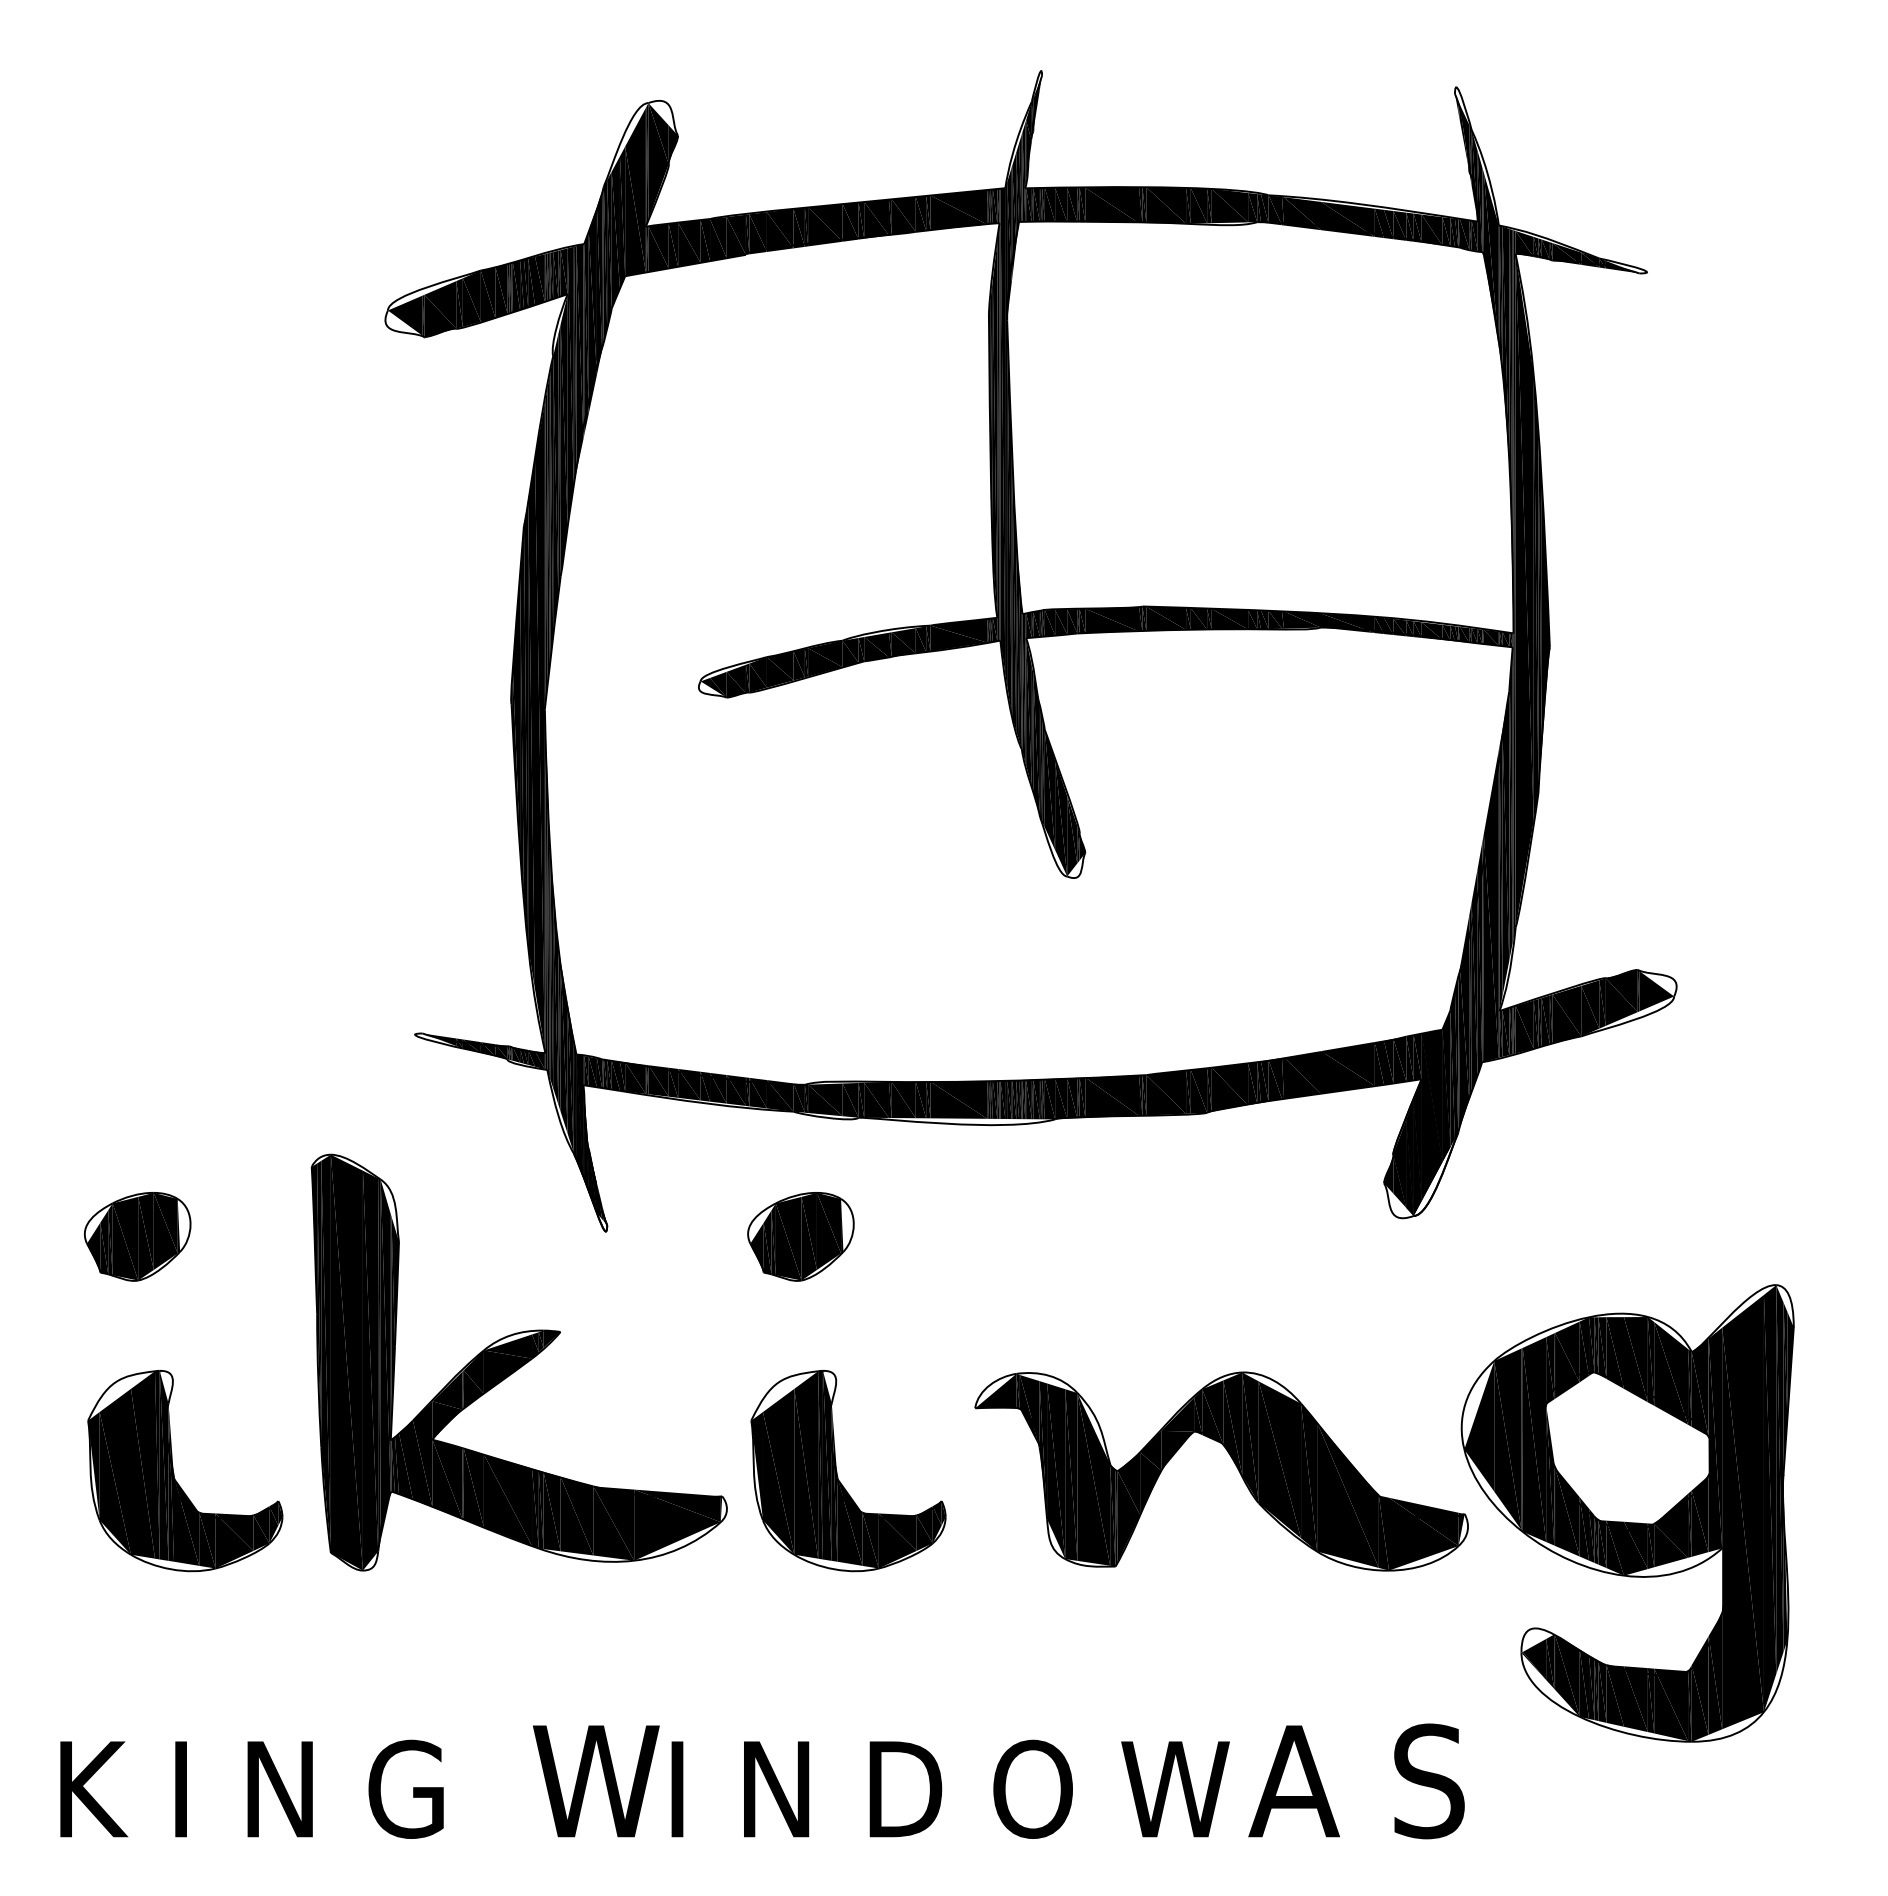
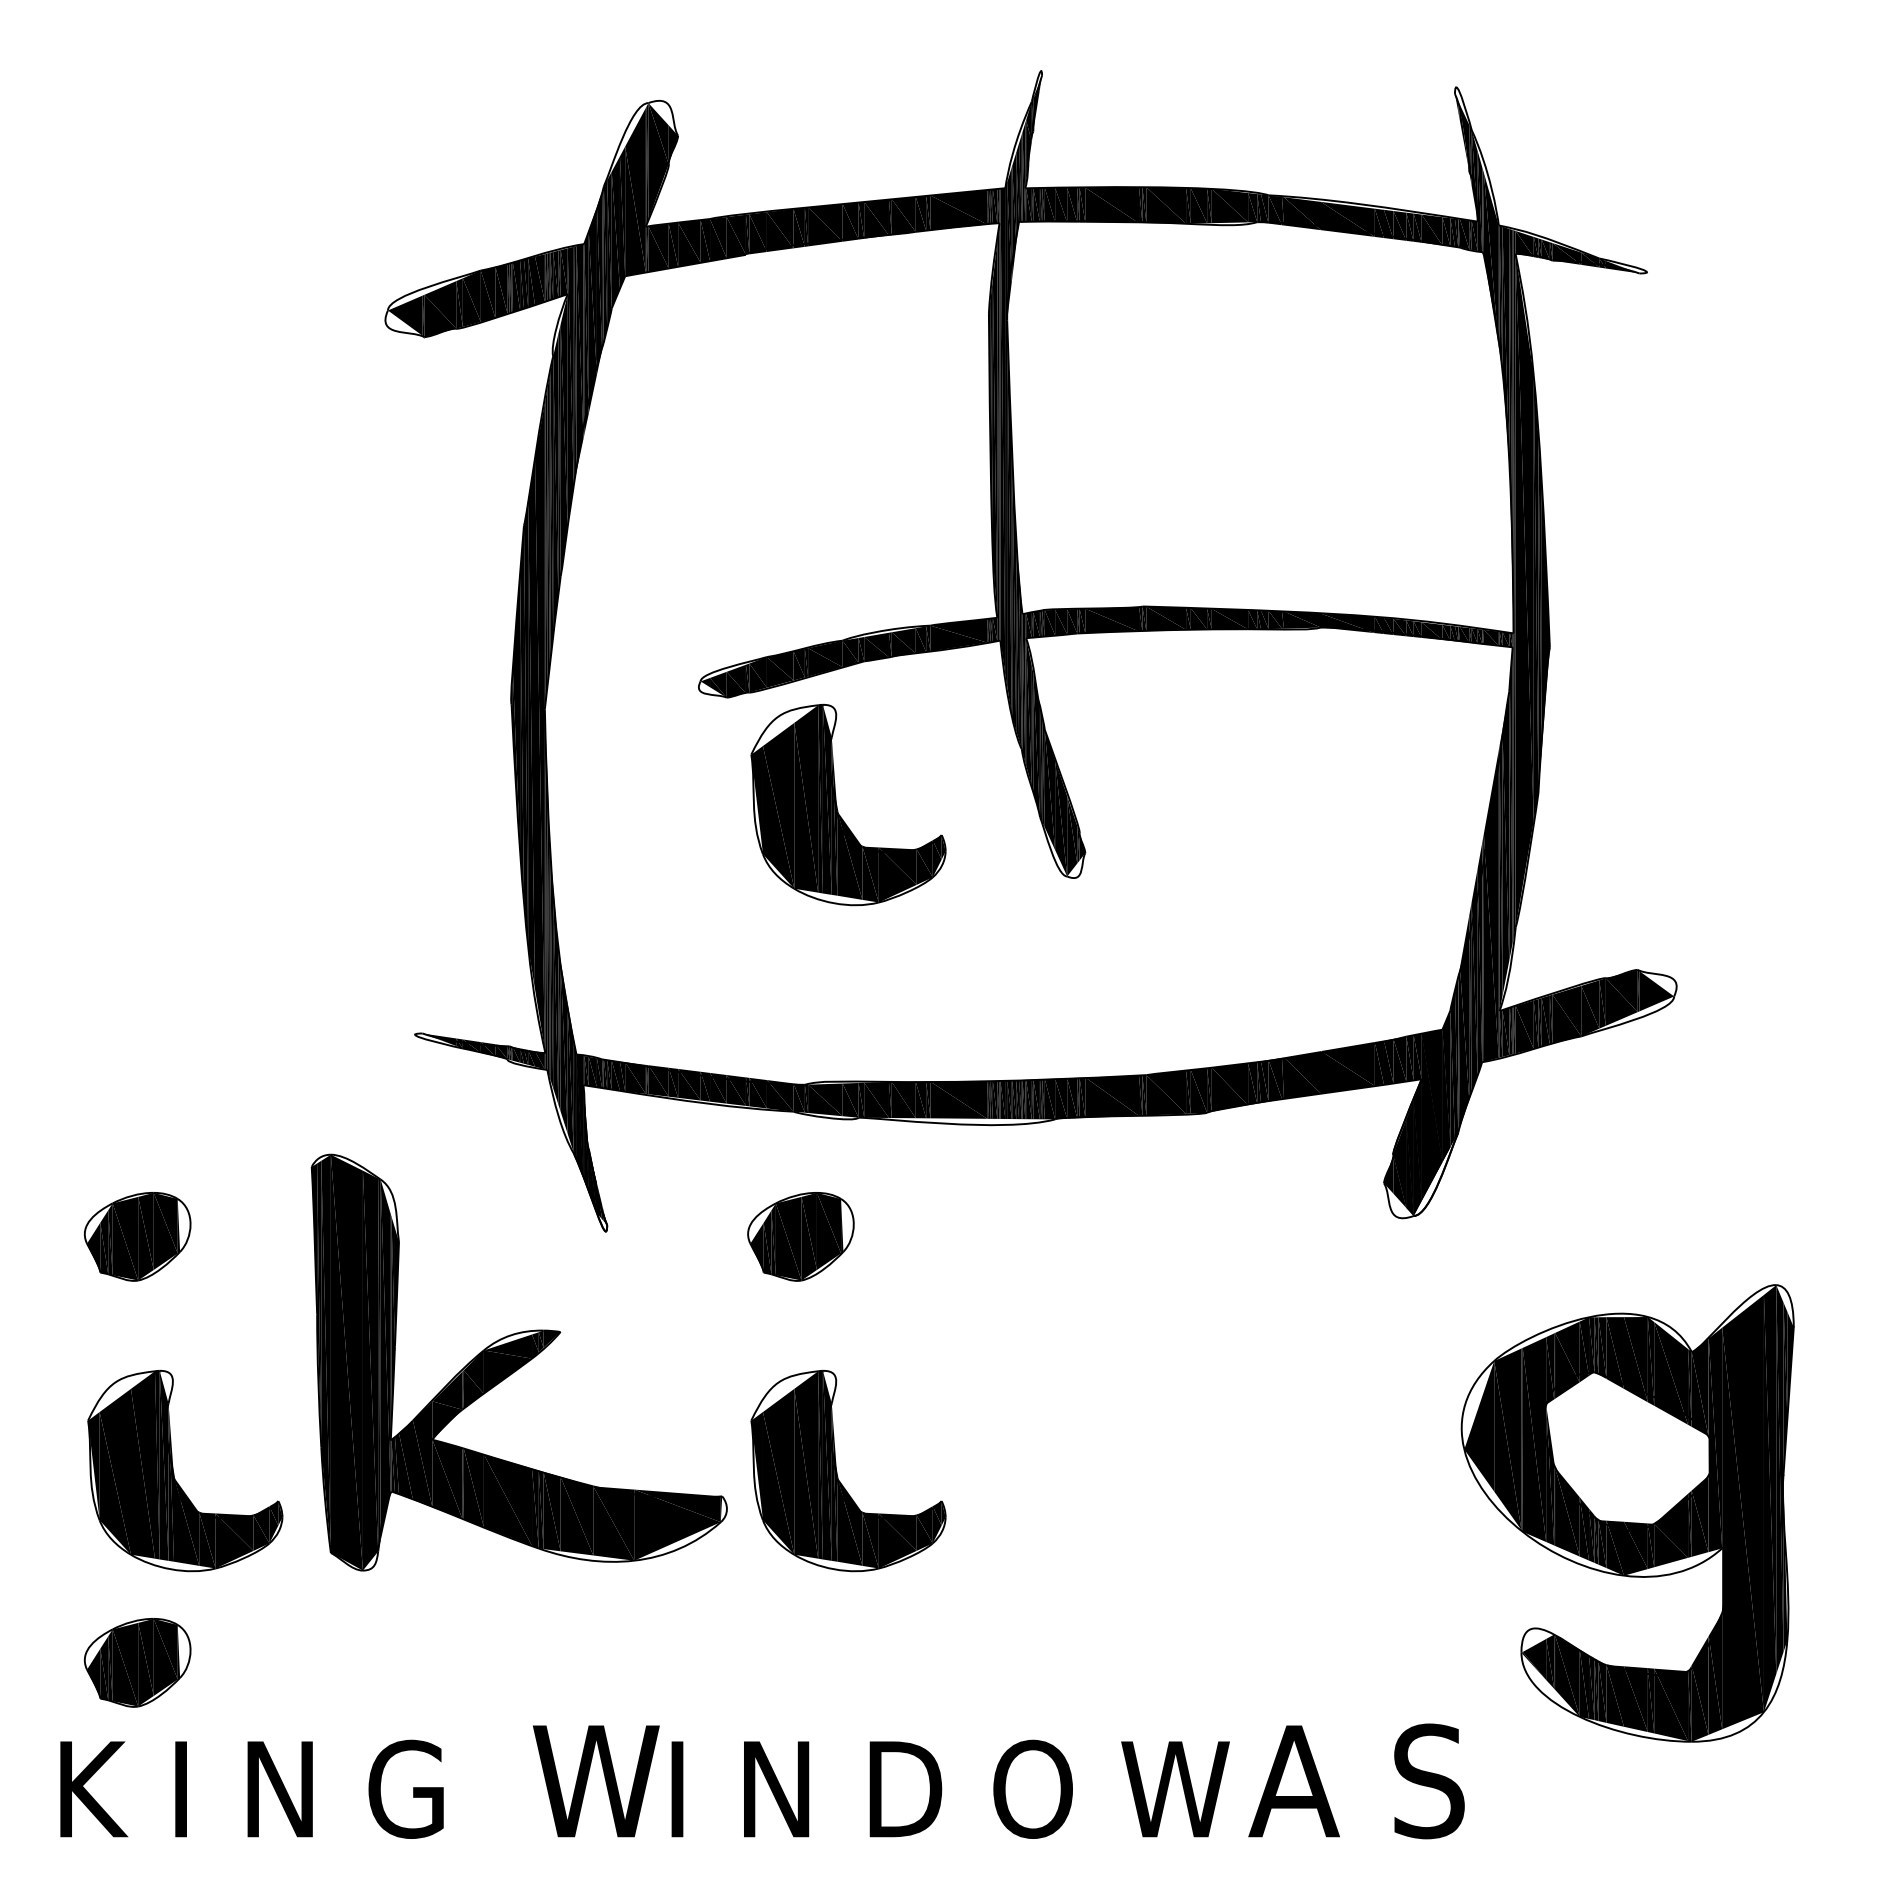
part at (837, 805): none -> present
part at (1233, 1462): present -> none
part at (137, 1662): none -> present
